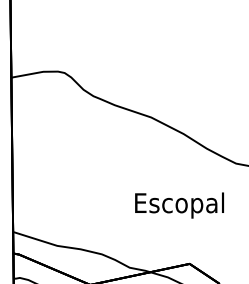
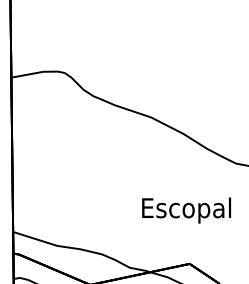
text at (179, 205) position: (179, 205) -> (186, 210)
